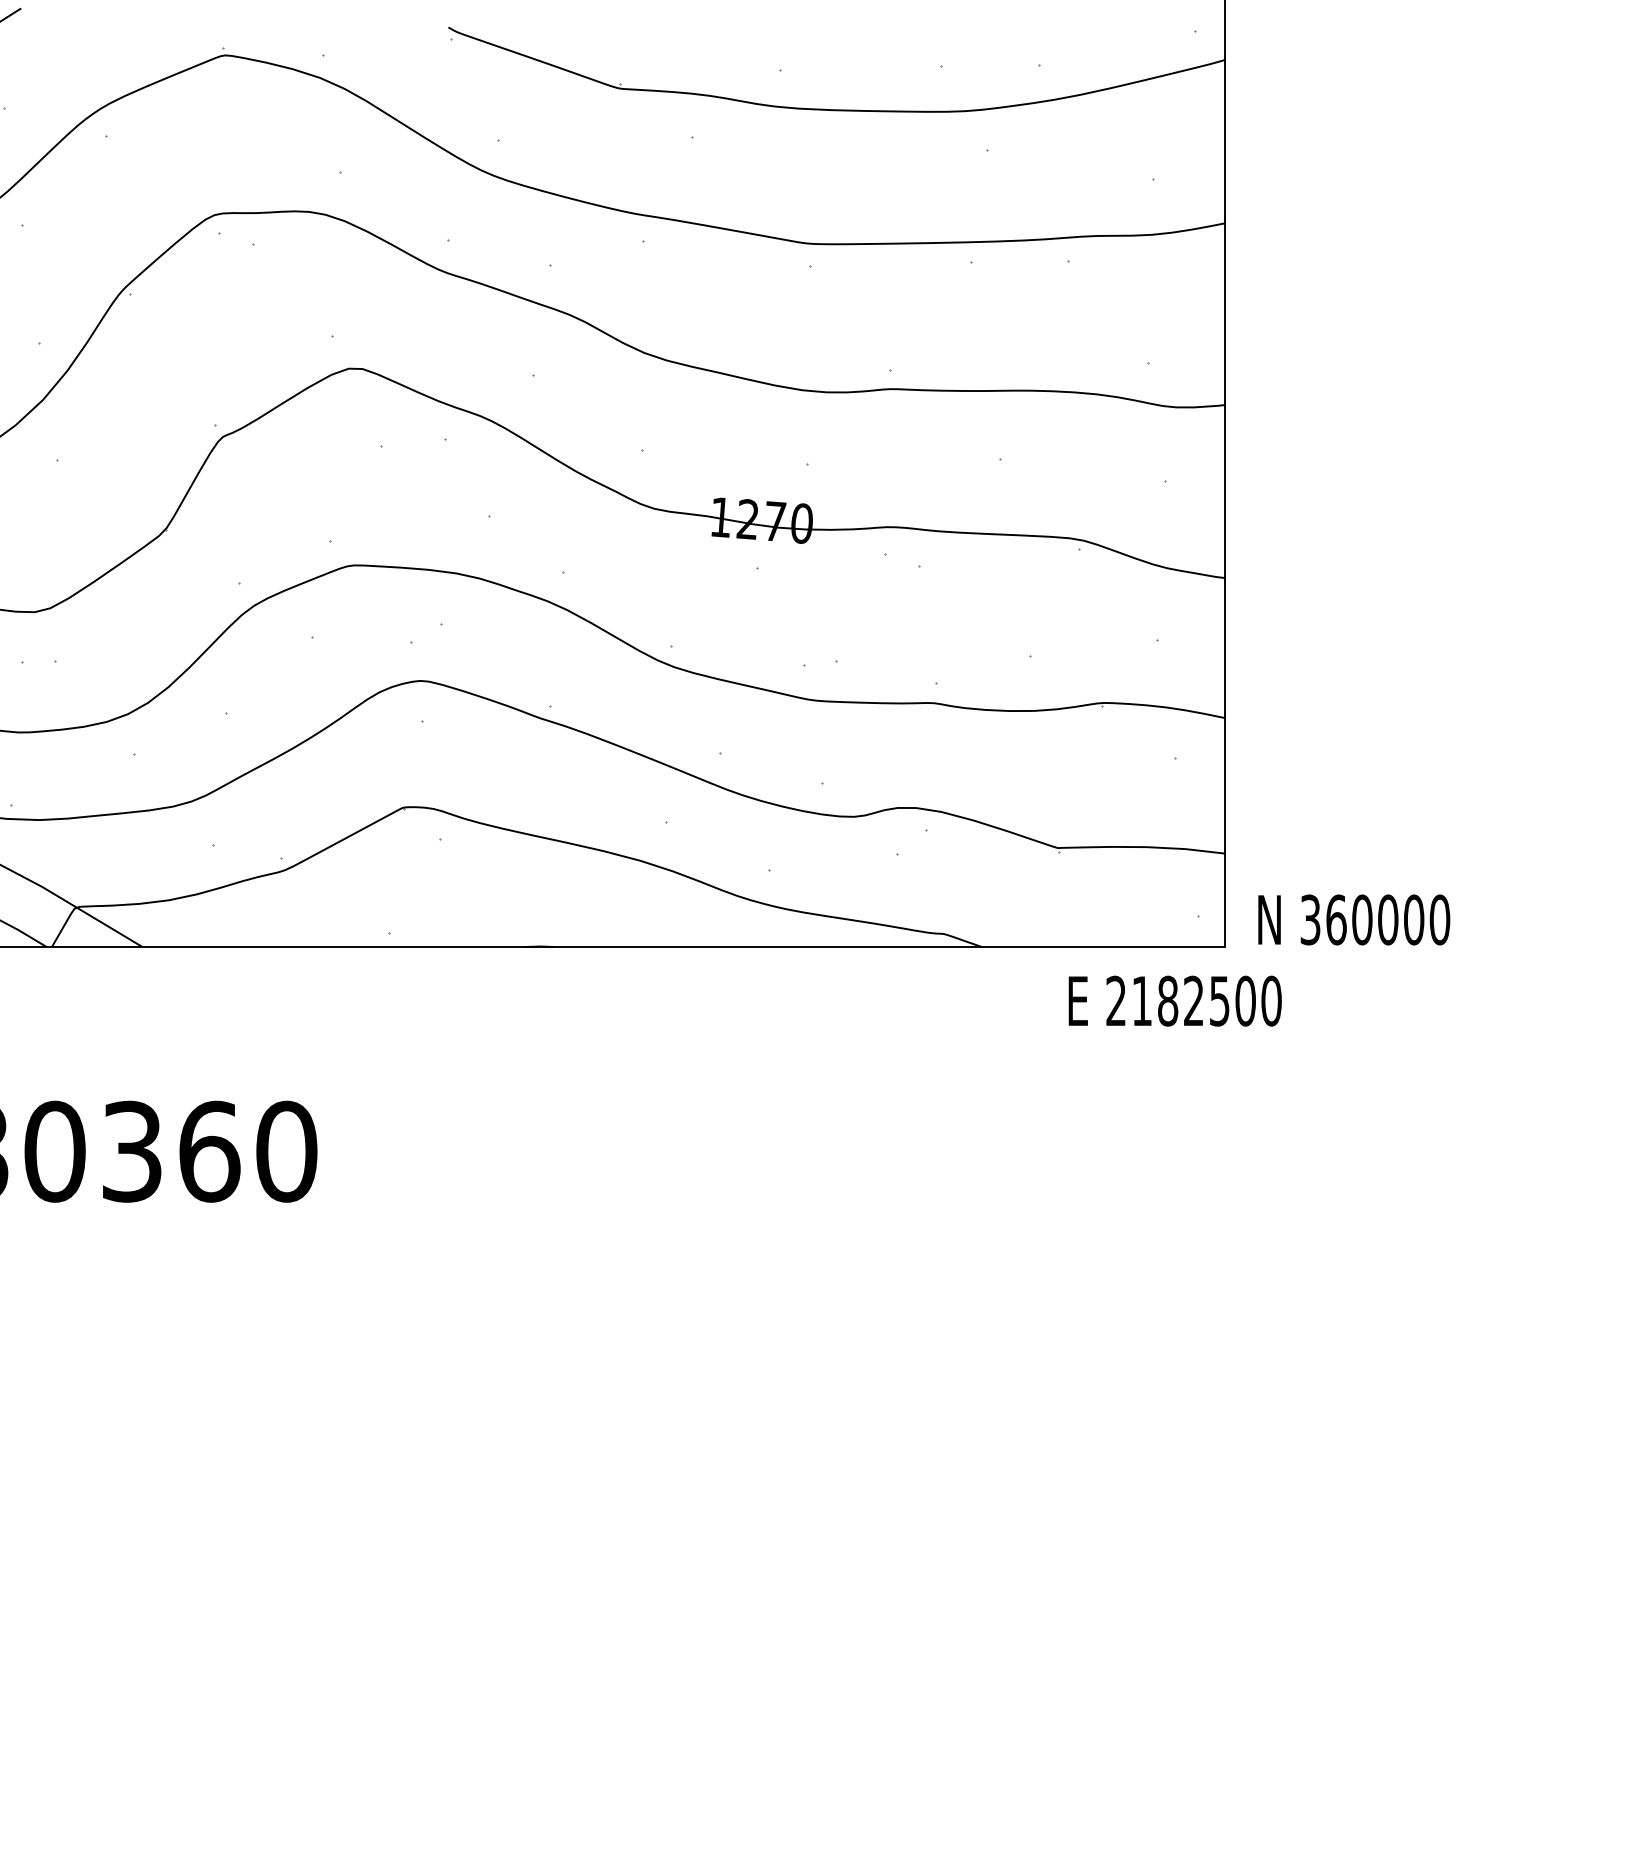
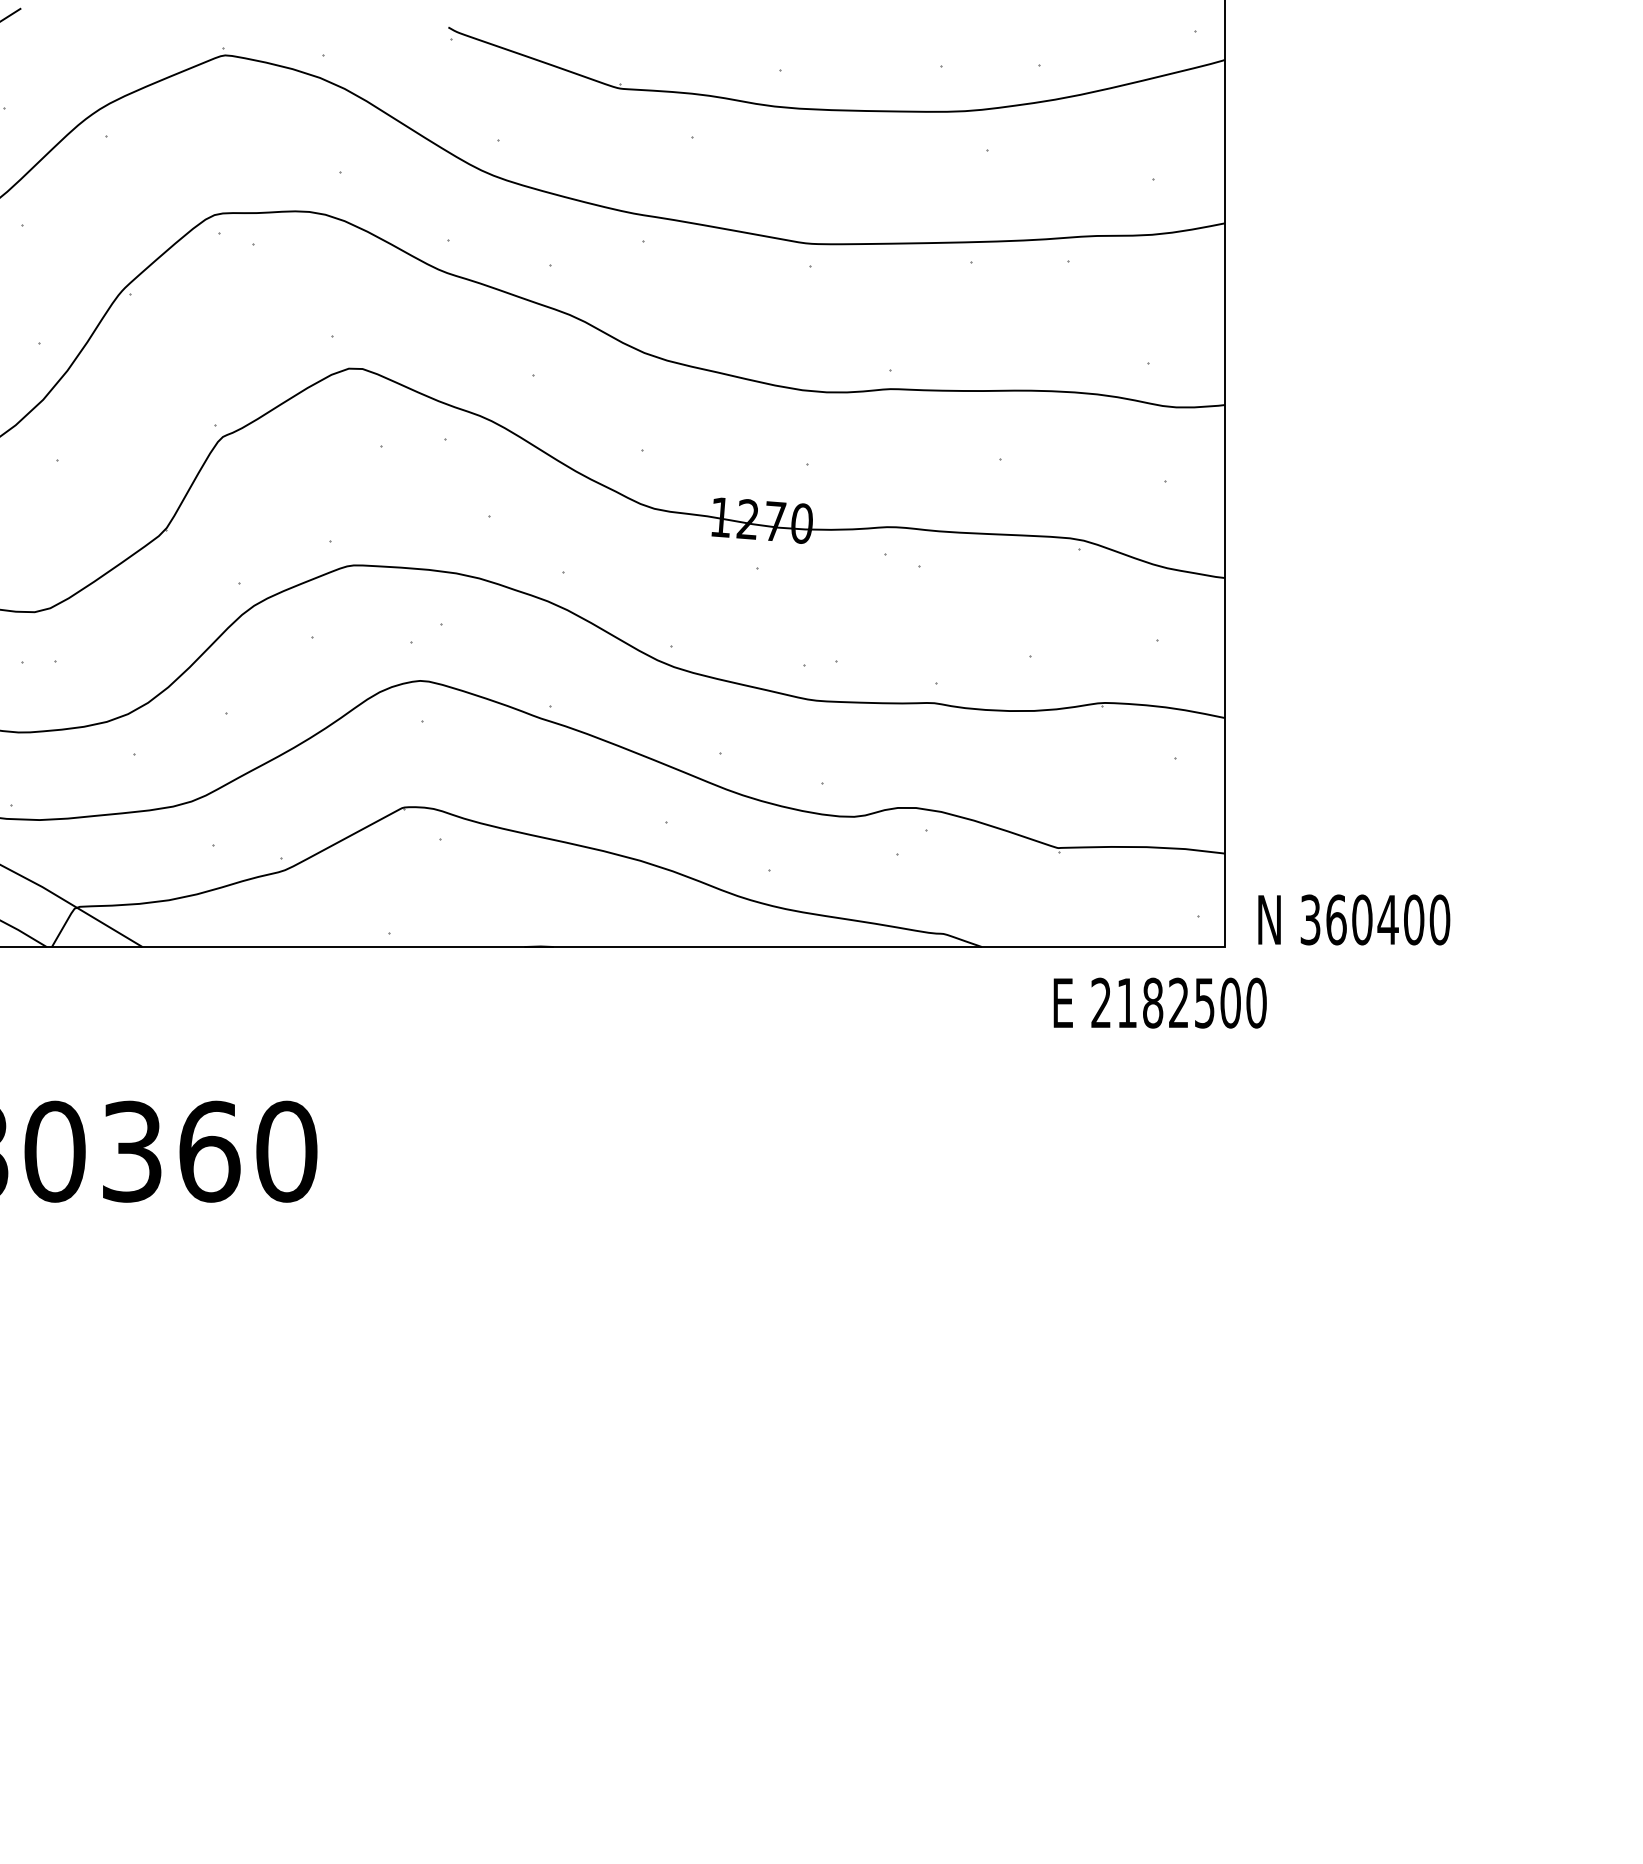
text at (1387, 919): 360000 -> 360400
text at (1174, 1000) position: (1174, 1000) -> (1159, 1002)
